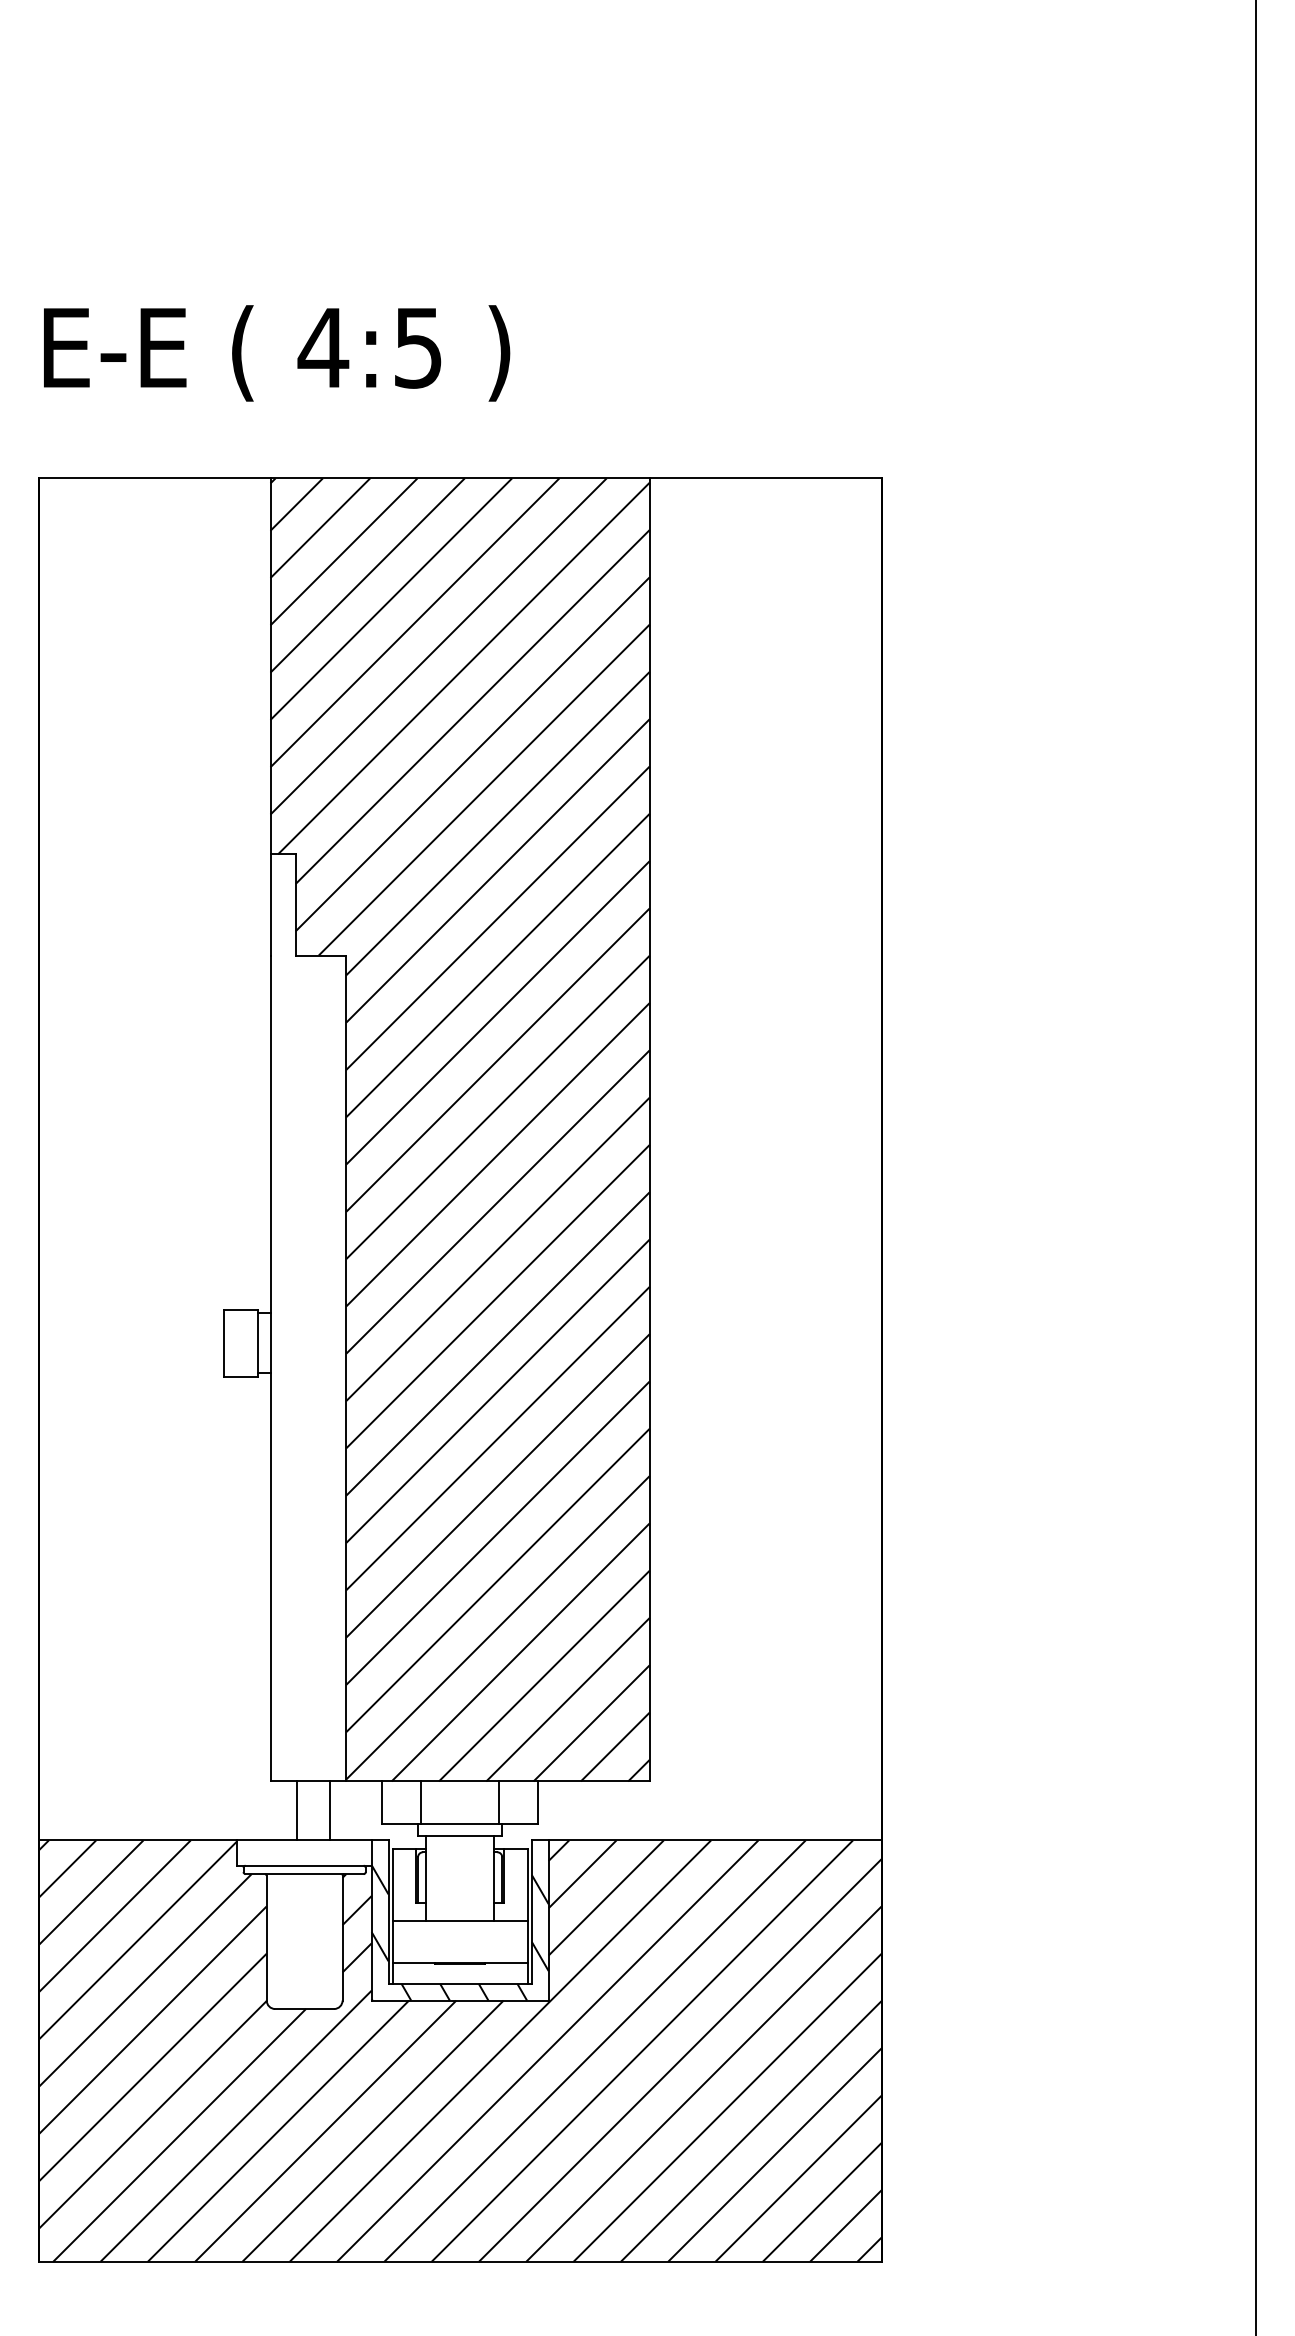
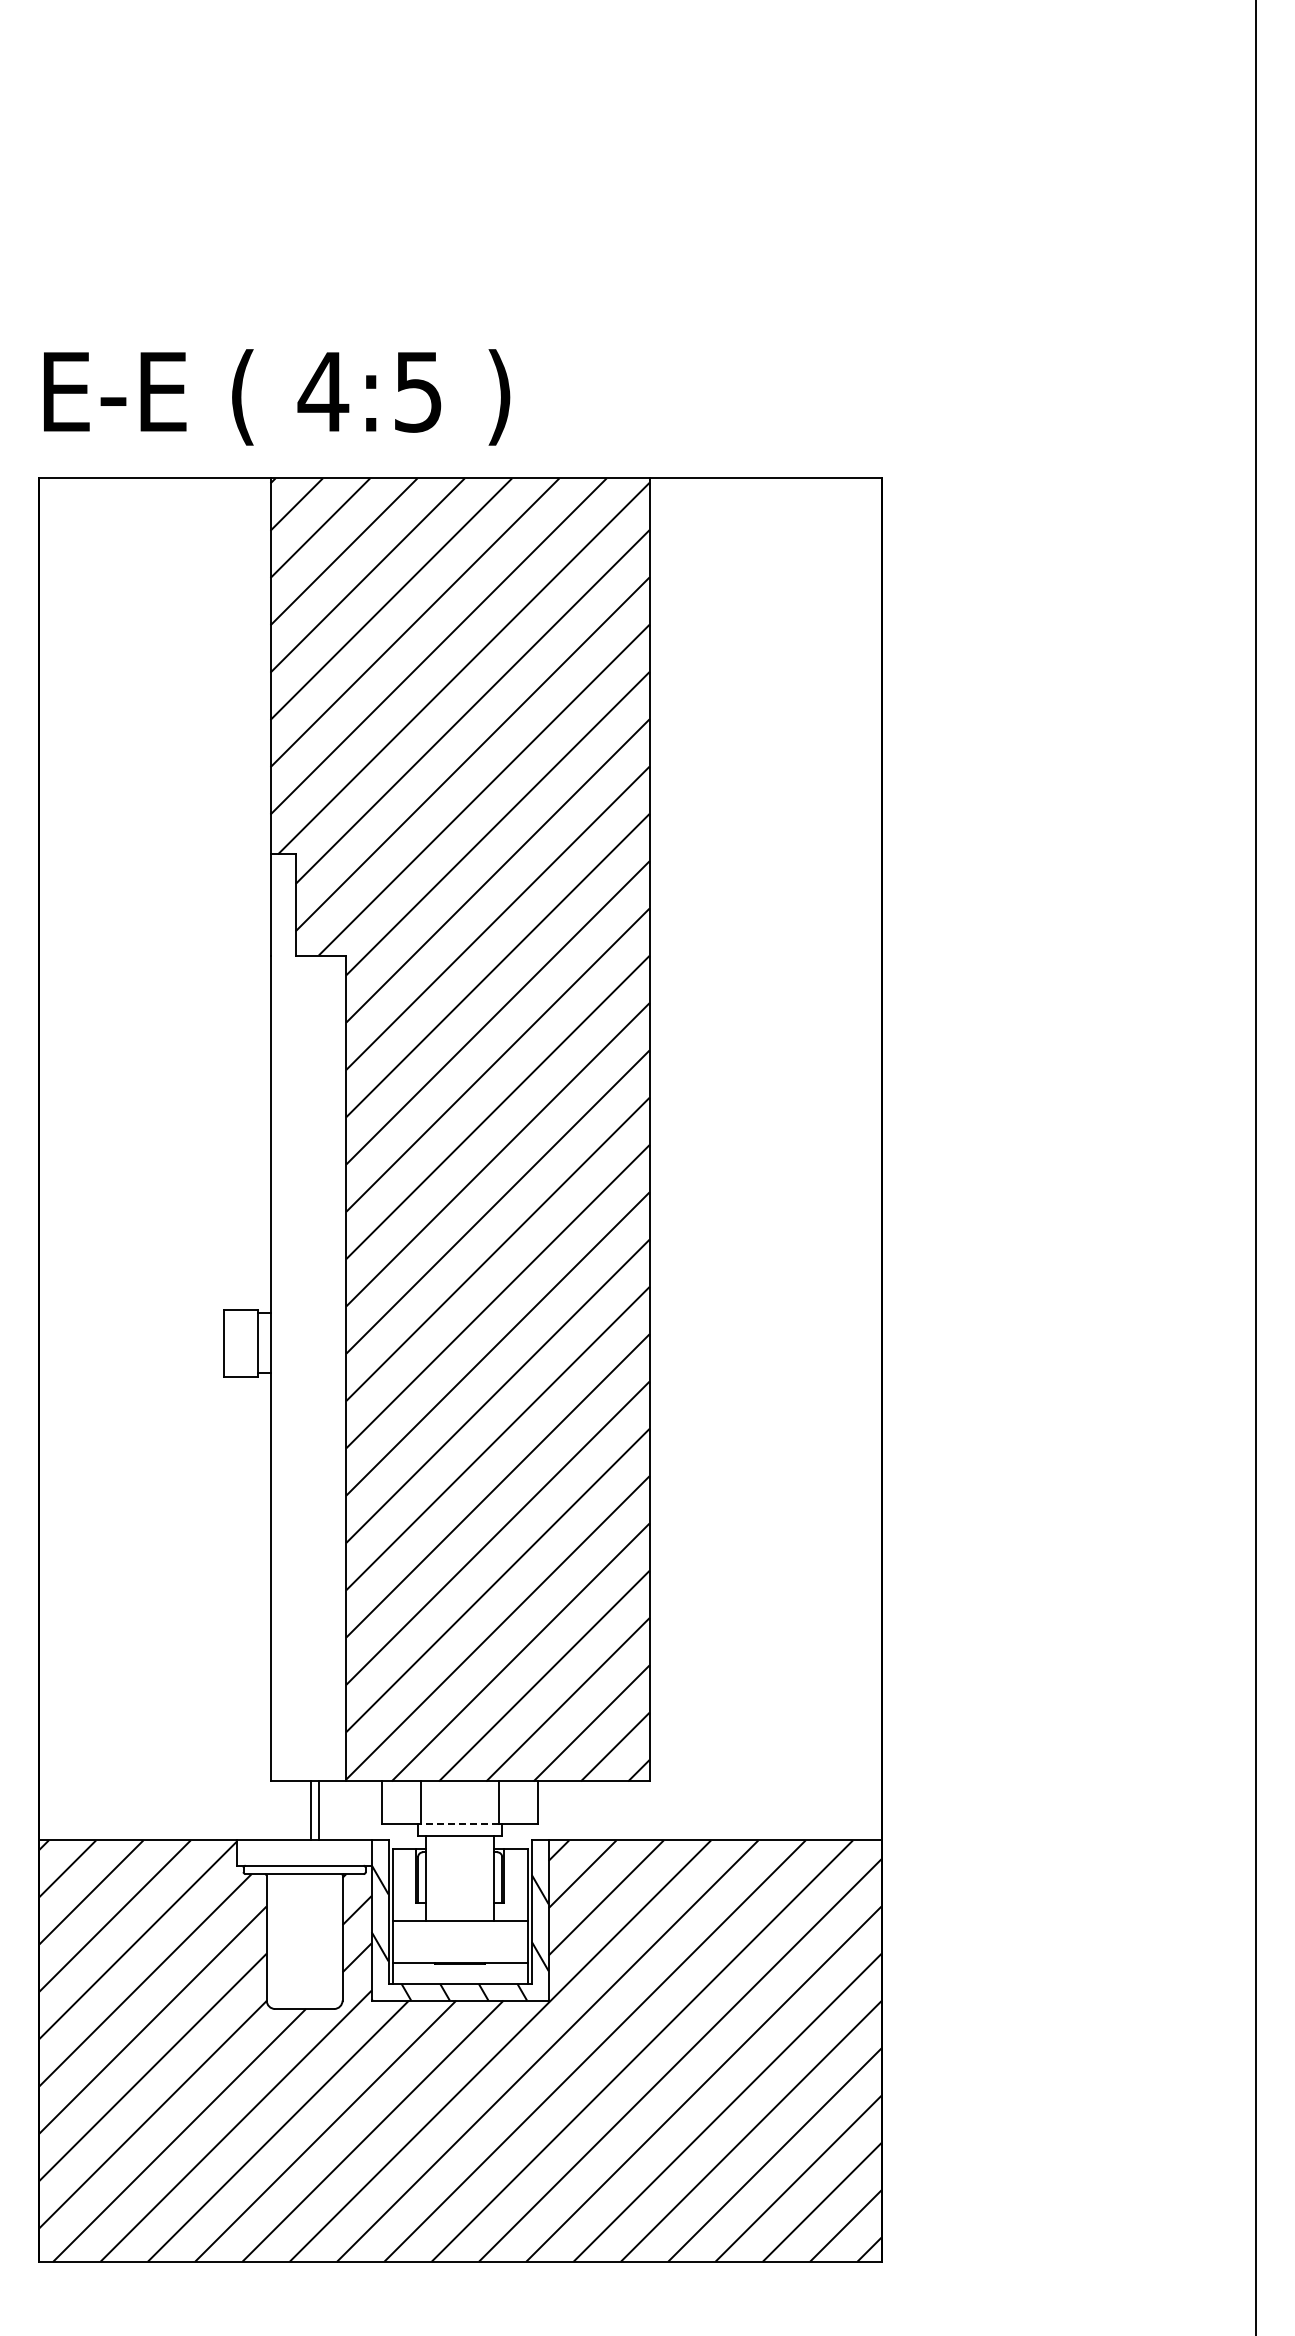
text at (277, 353) position: (277, 353) -> (277, 397)
line at (297, 1810) position: (297, 1810) -> (319, 1810)
line at (329, 1810) position: (329, 1810) -> (310, 1810)
line at (460, 1823): solid -> dashed
